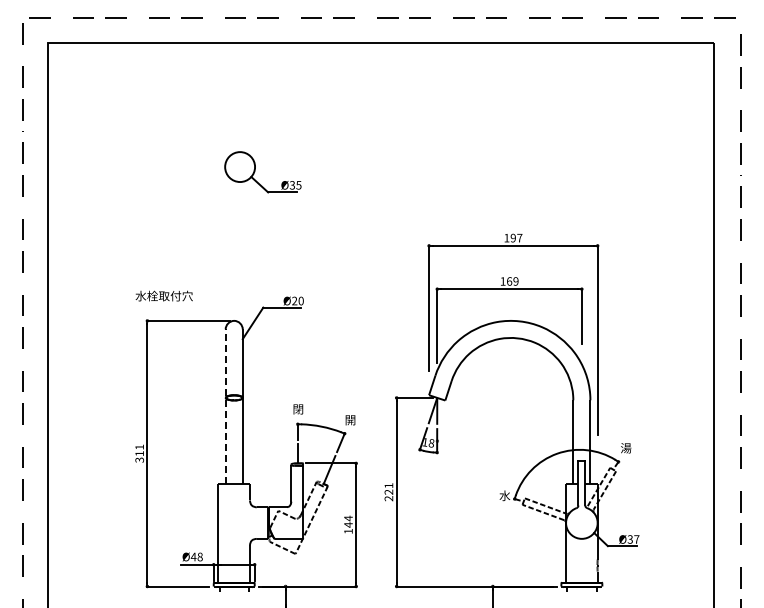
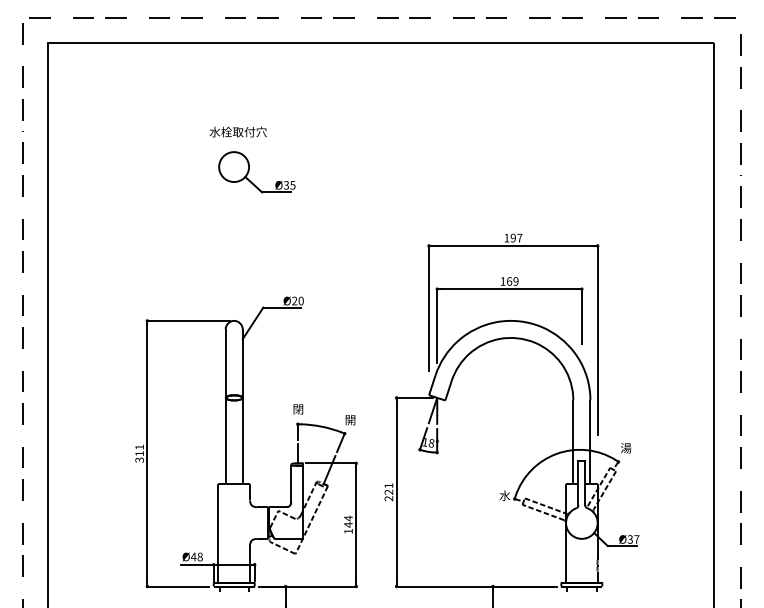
part at (255, 171) position: (255, 171) -> (249, 171)
text at (163, 295) position: (163, 295) -> (237, 131)
line at (225, 406): dashed -> solid
